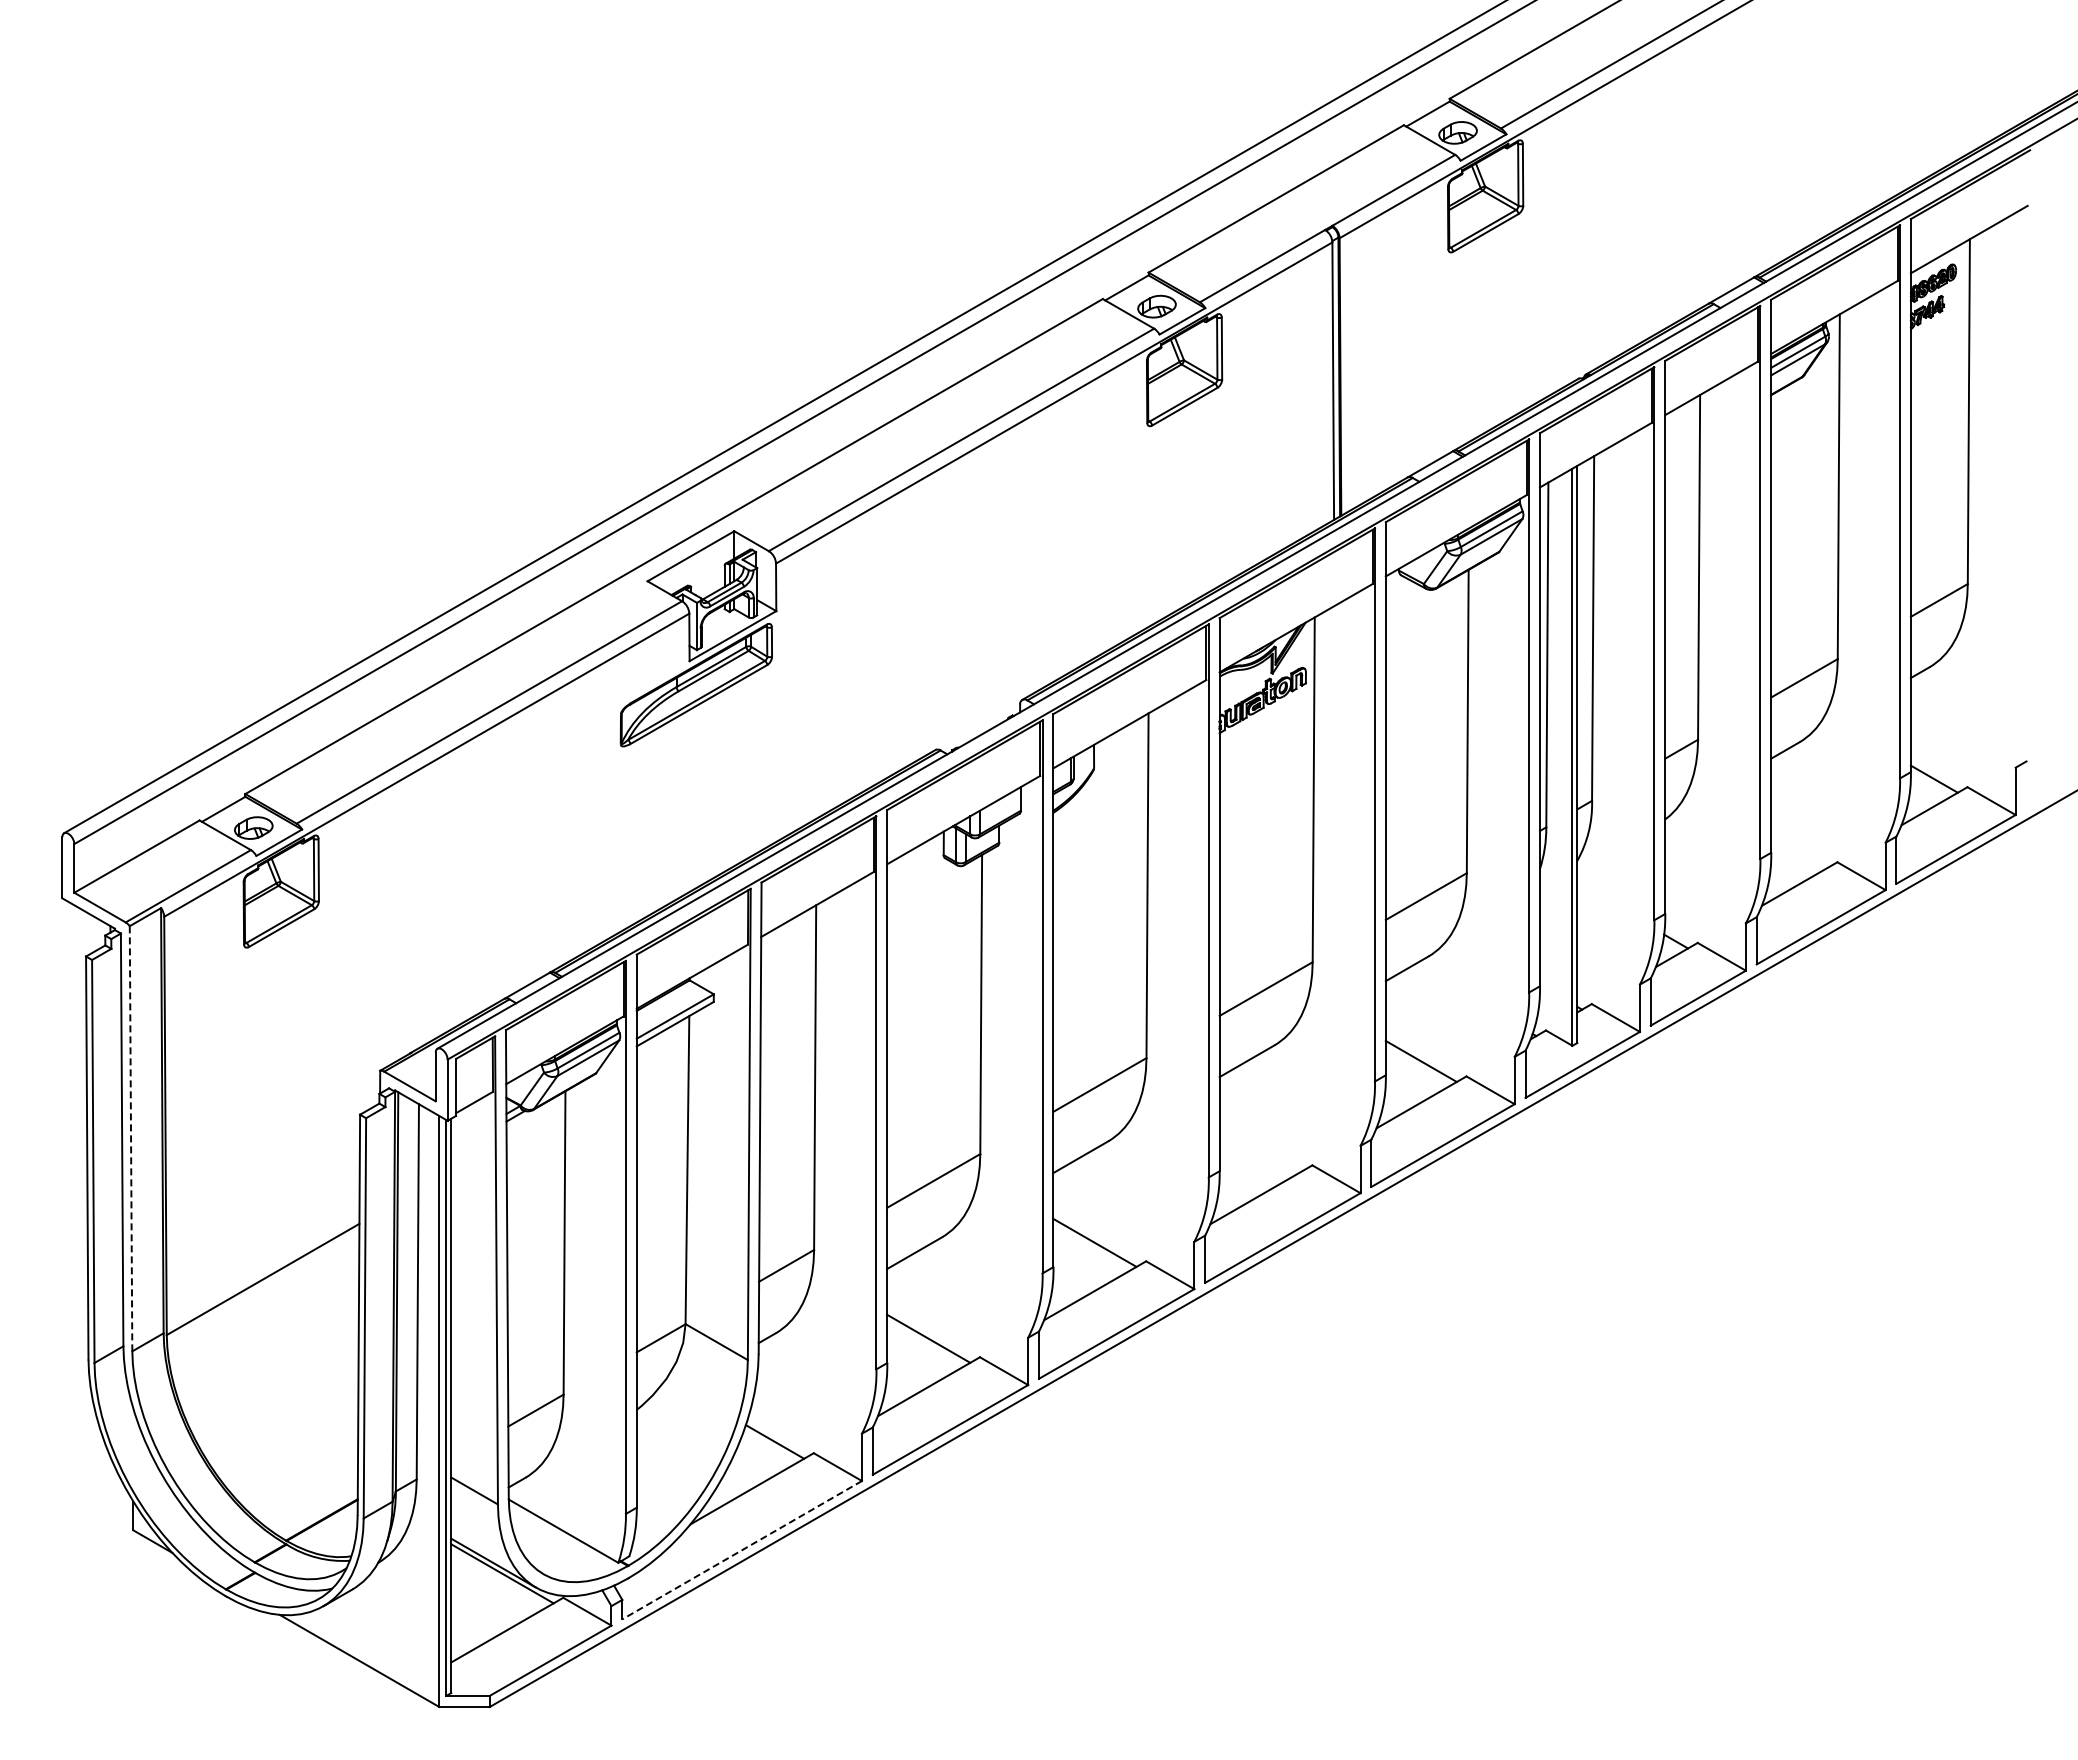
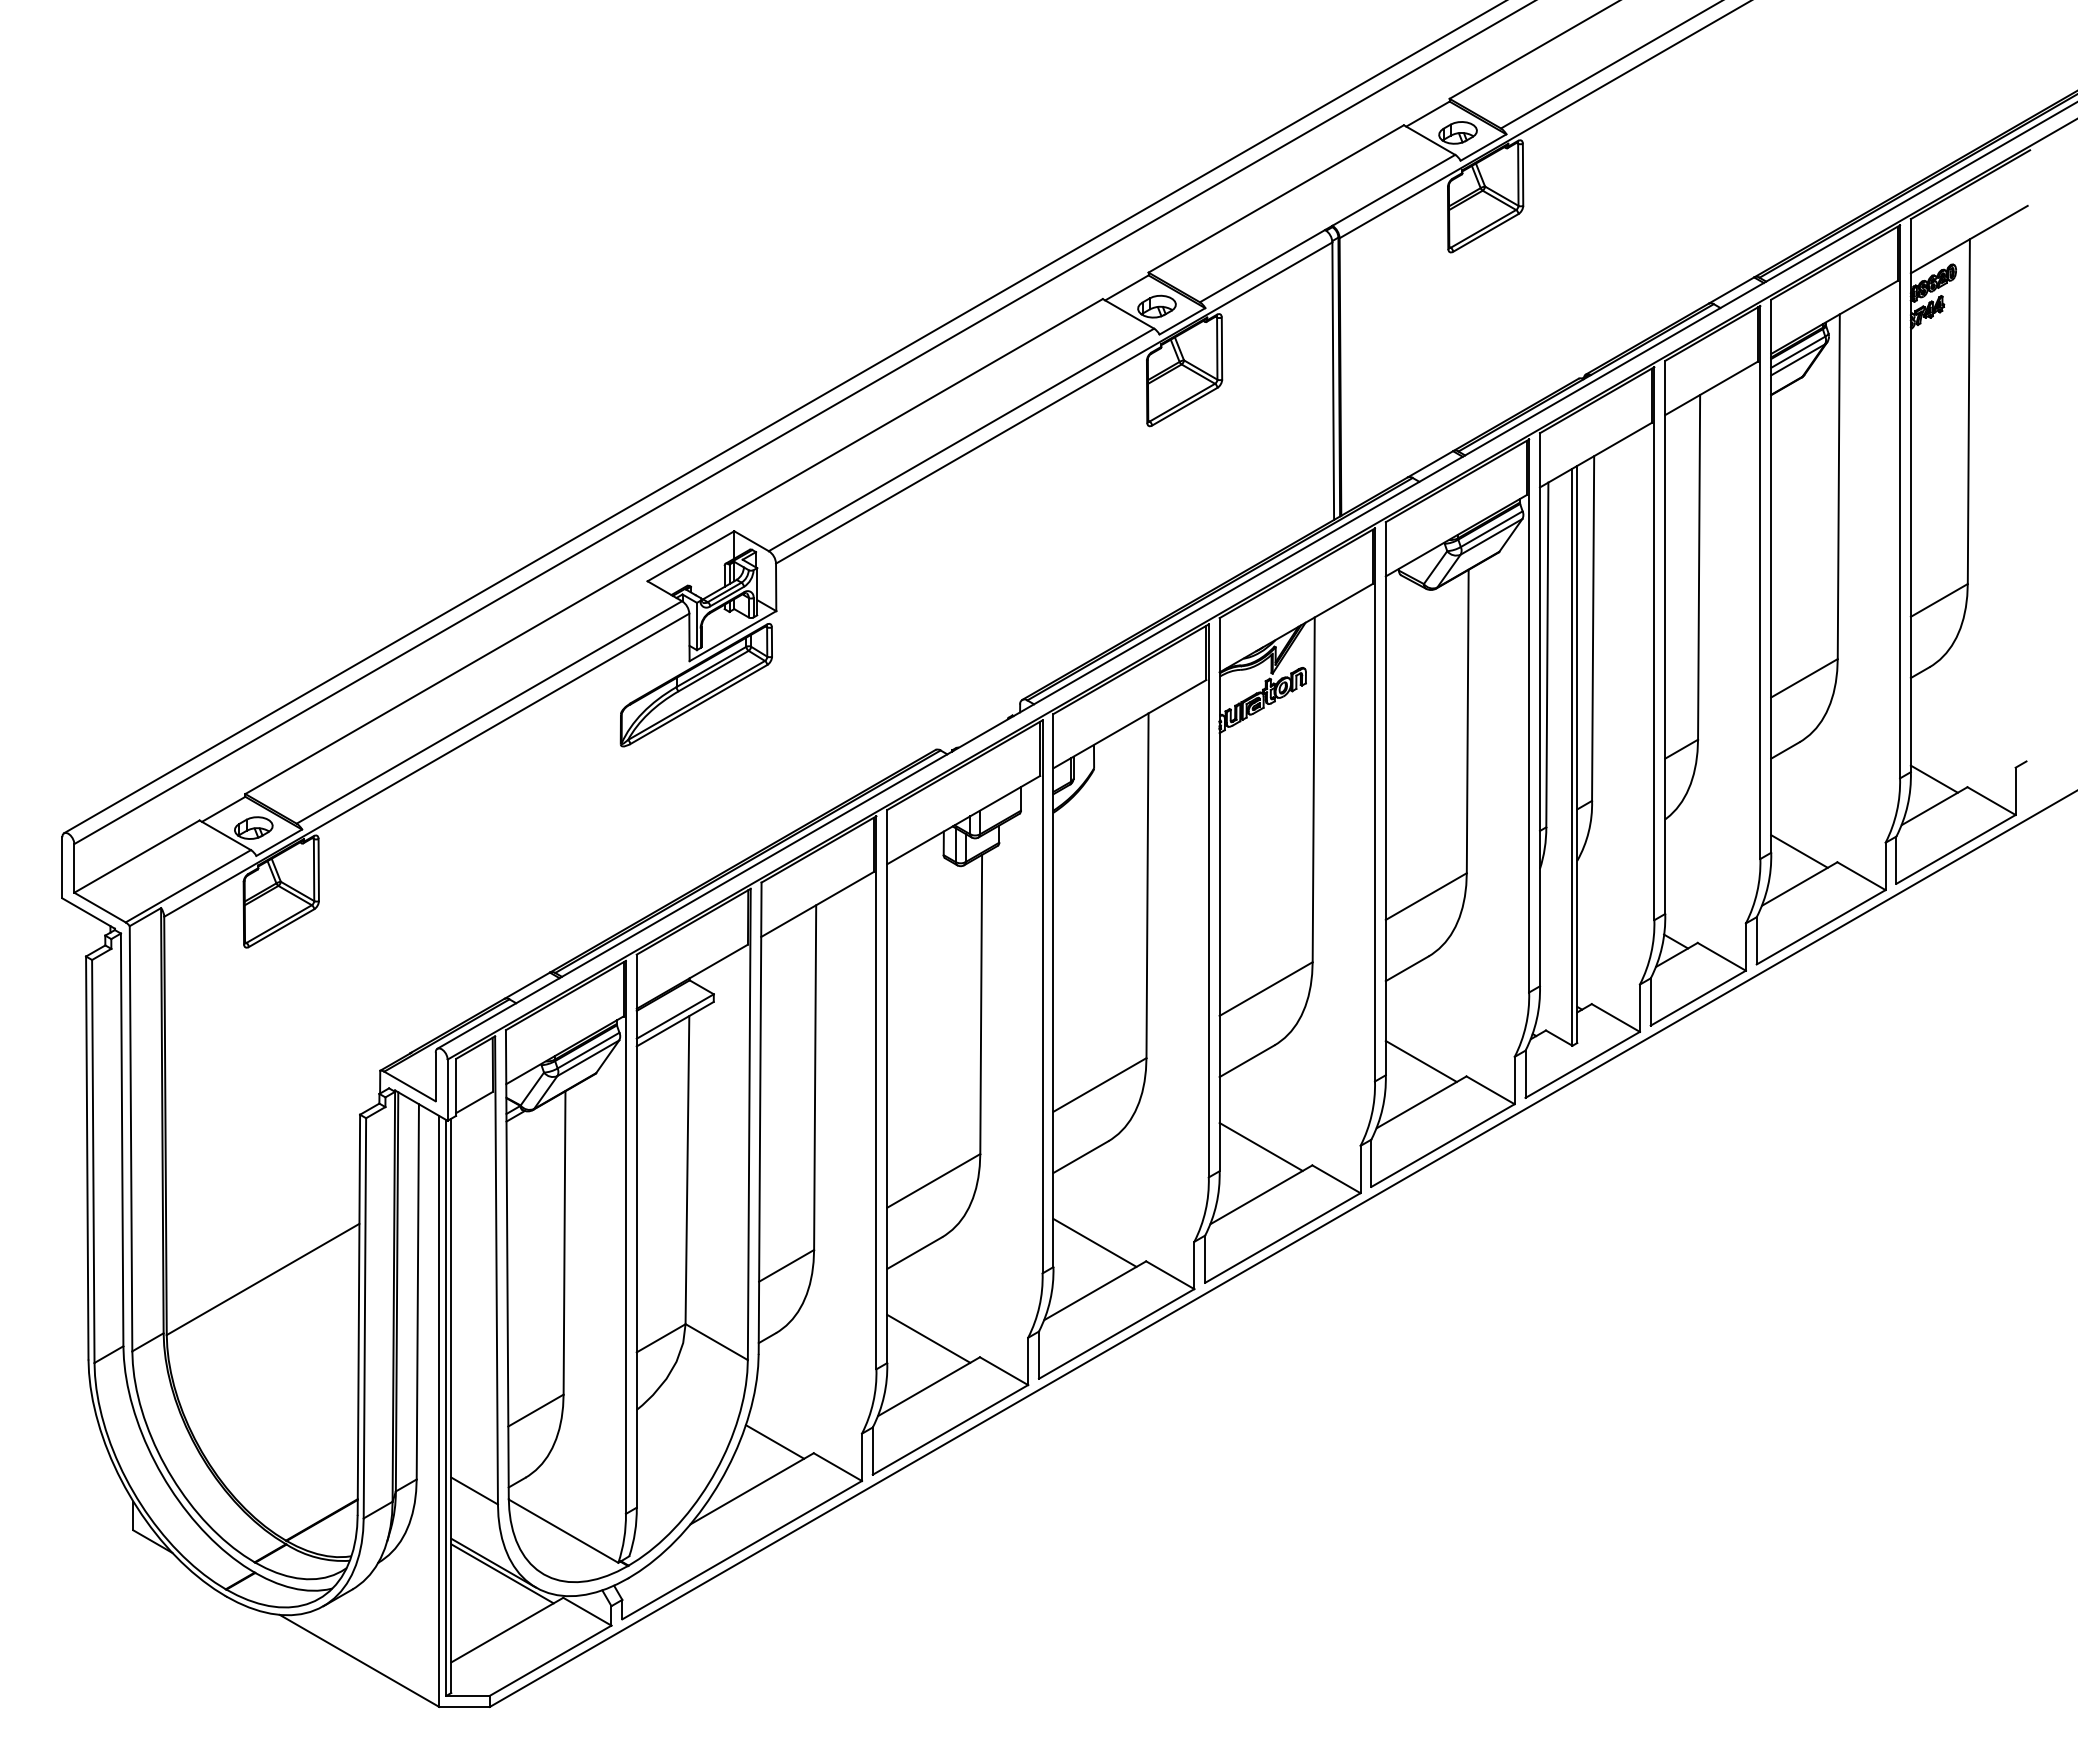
line at (1799, 851): none -> present
line at (131, 1138): dashed -> solid
line at (1260, 1146): none -> present
line at (741, 1550): dashed -> solid
